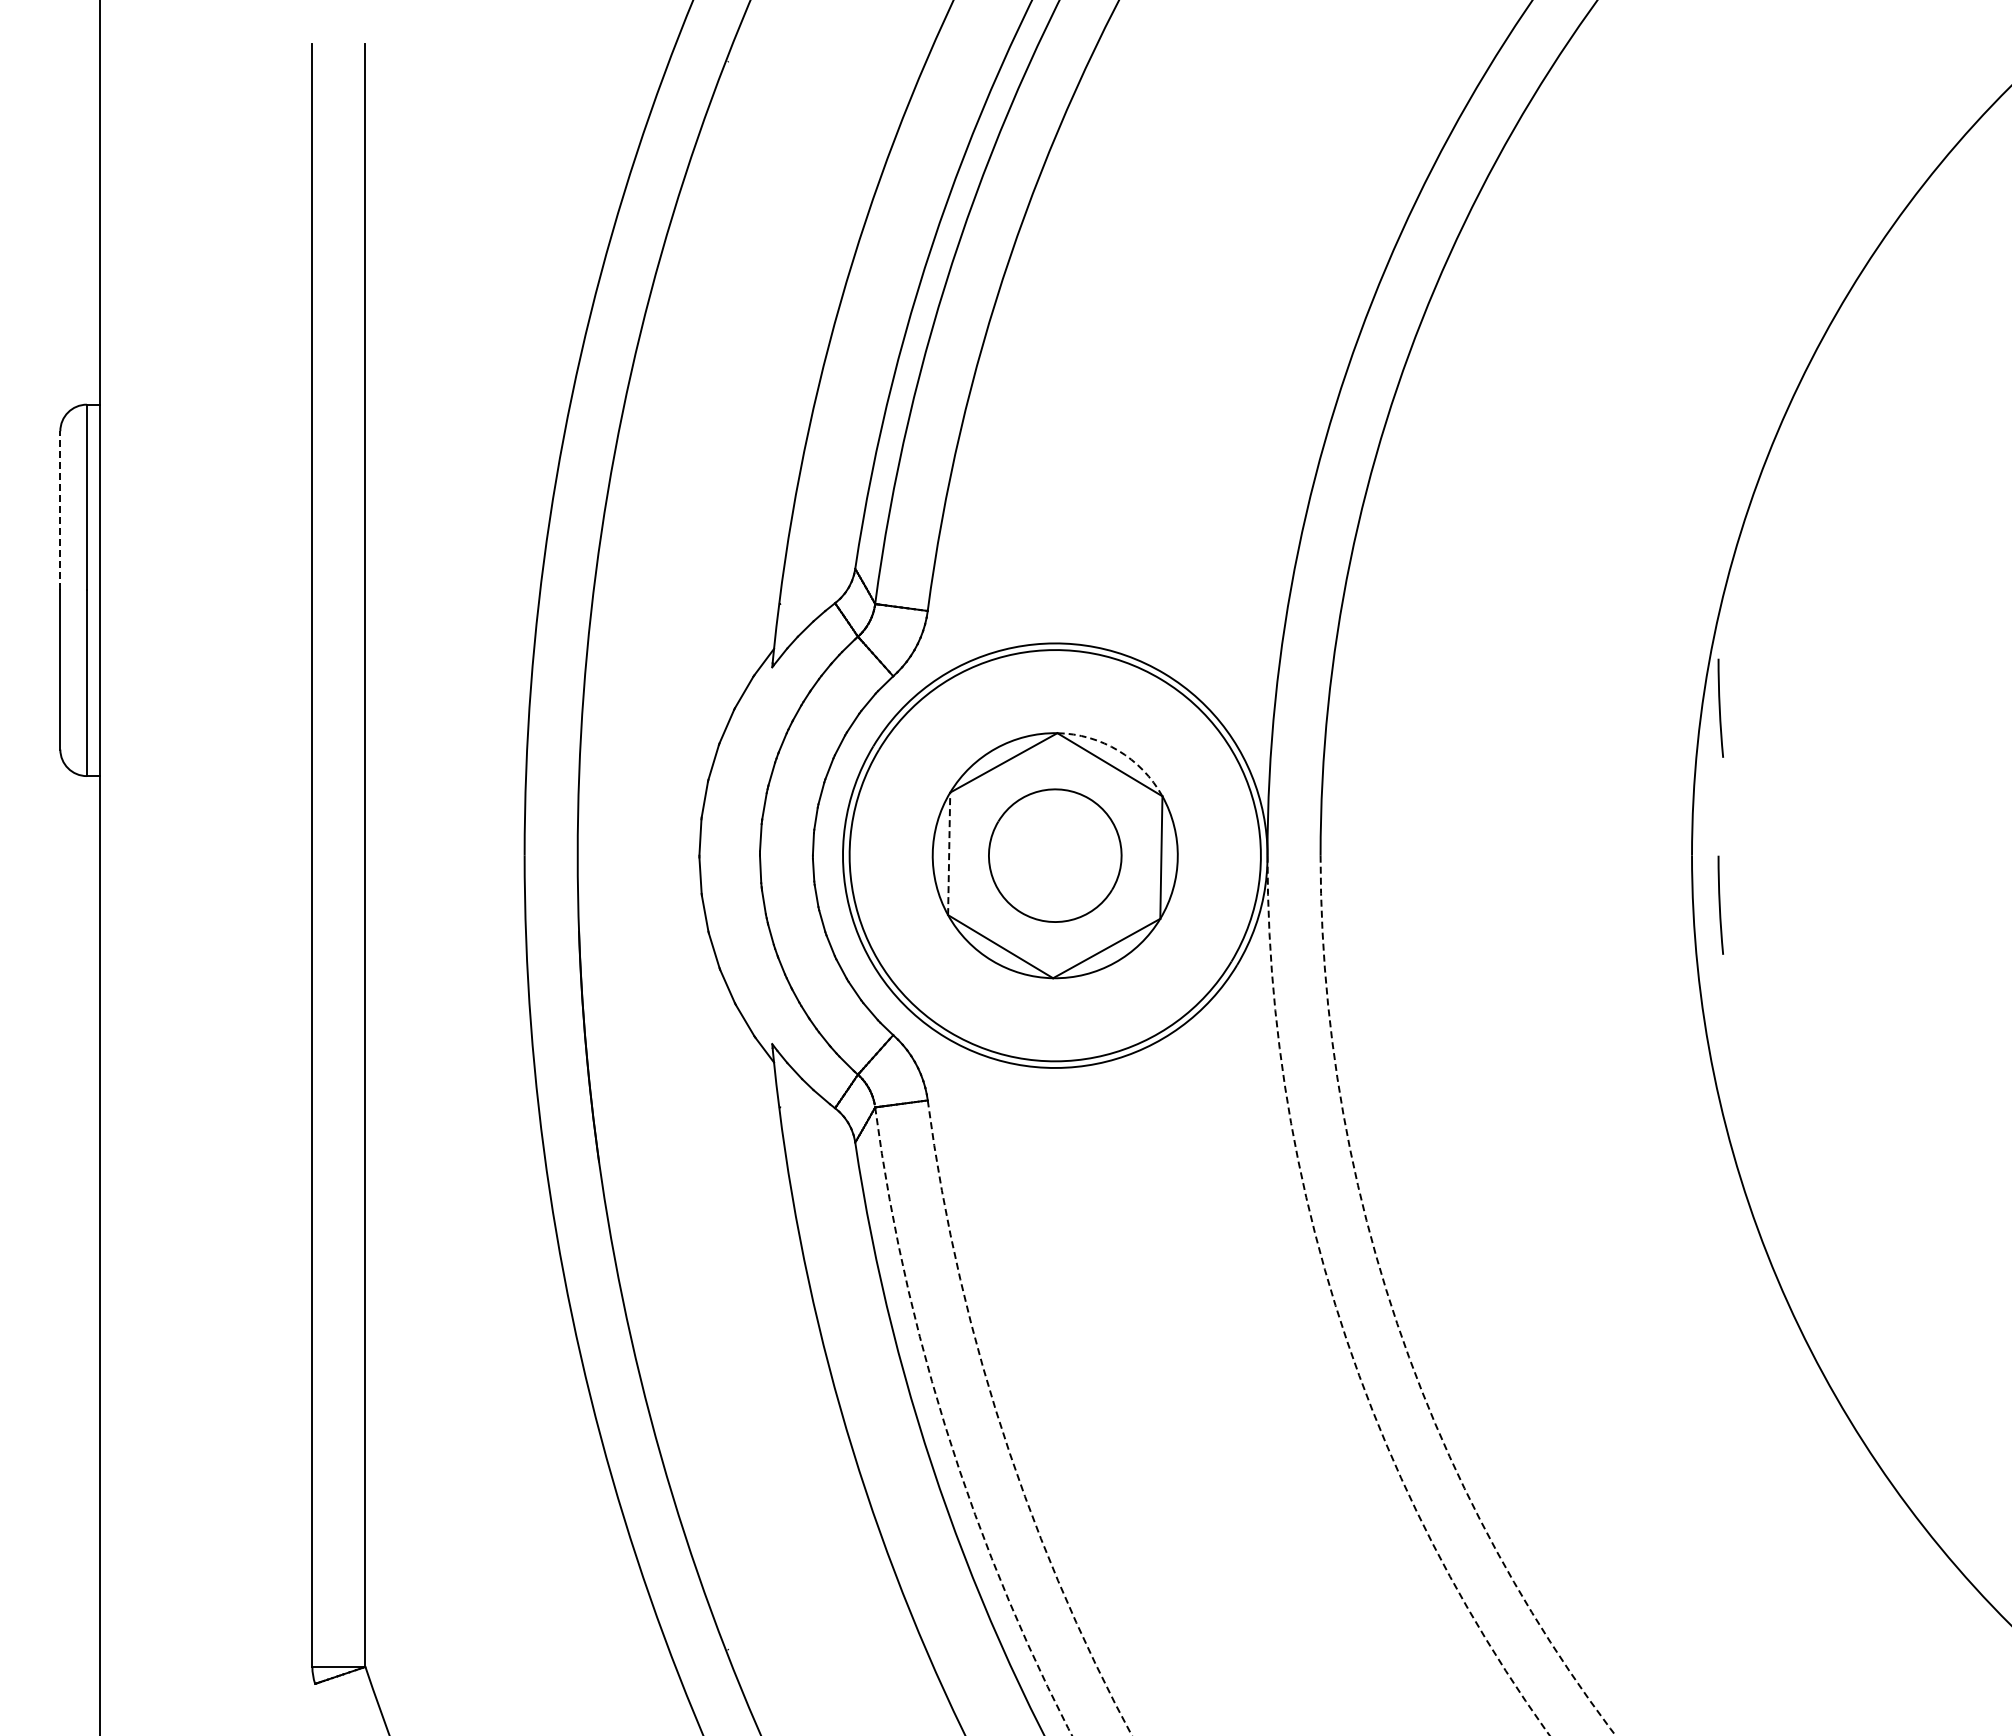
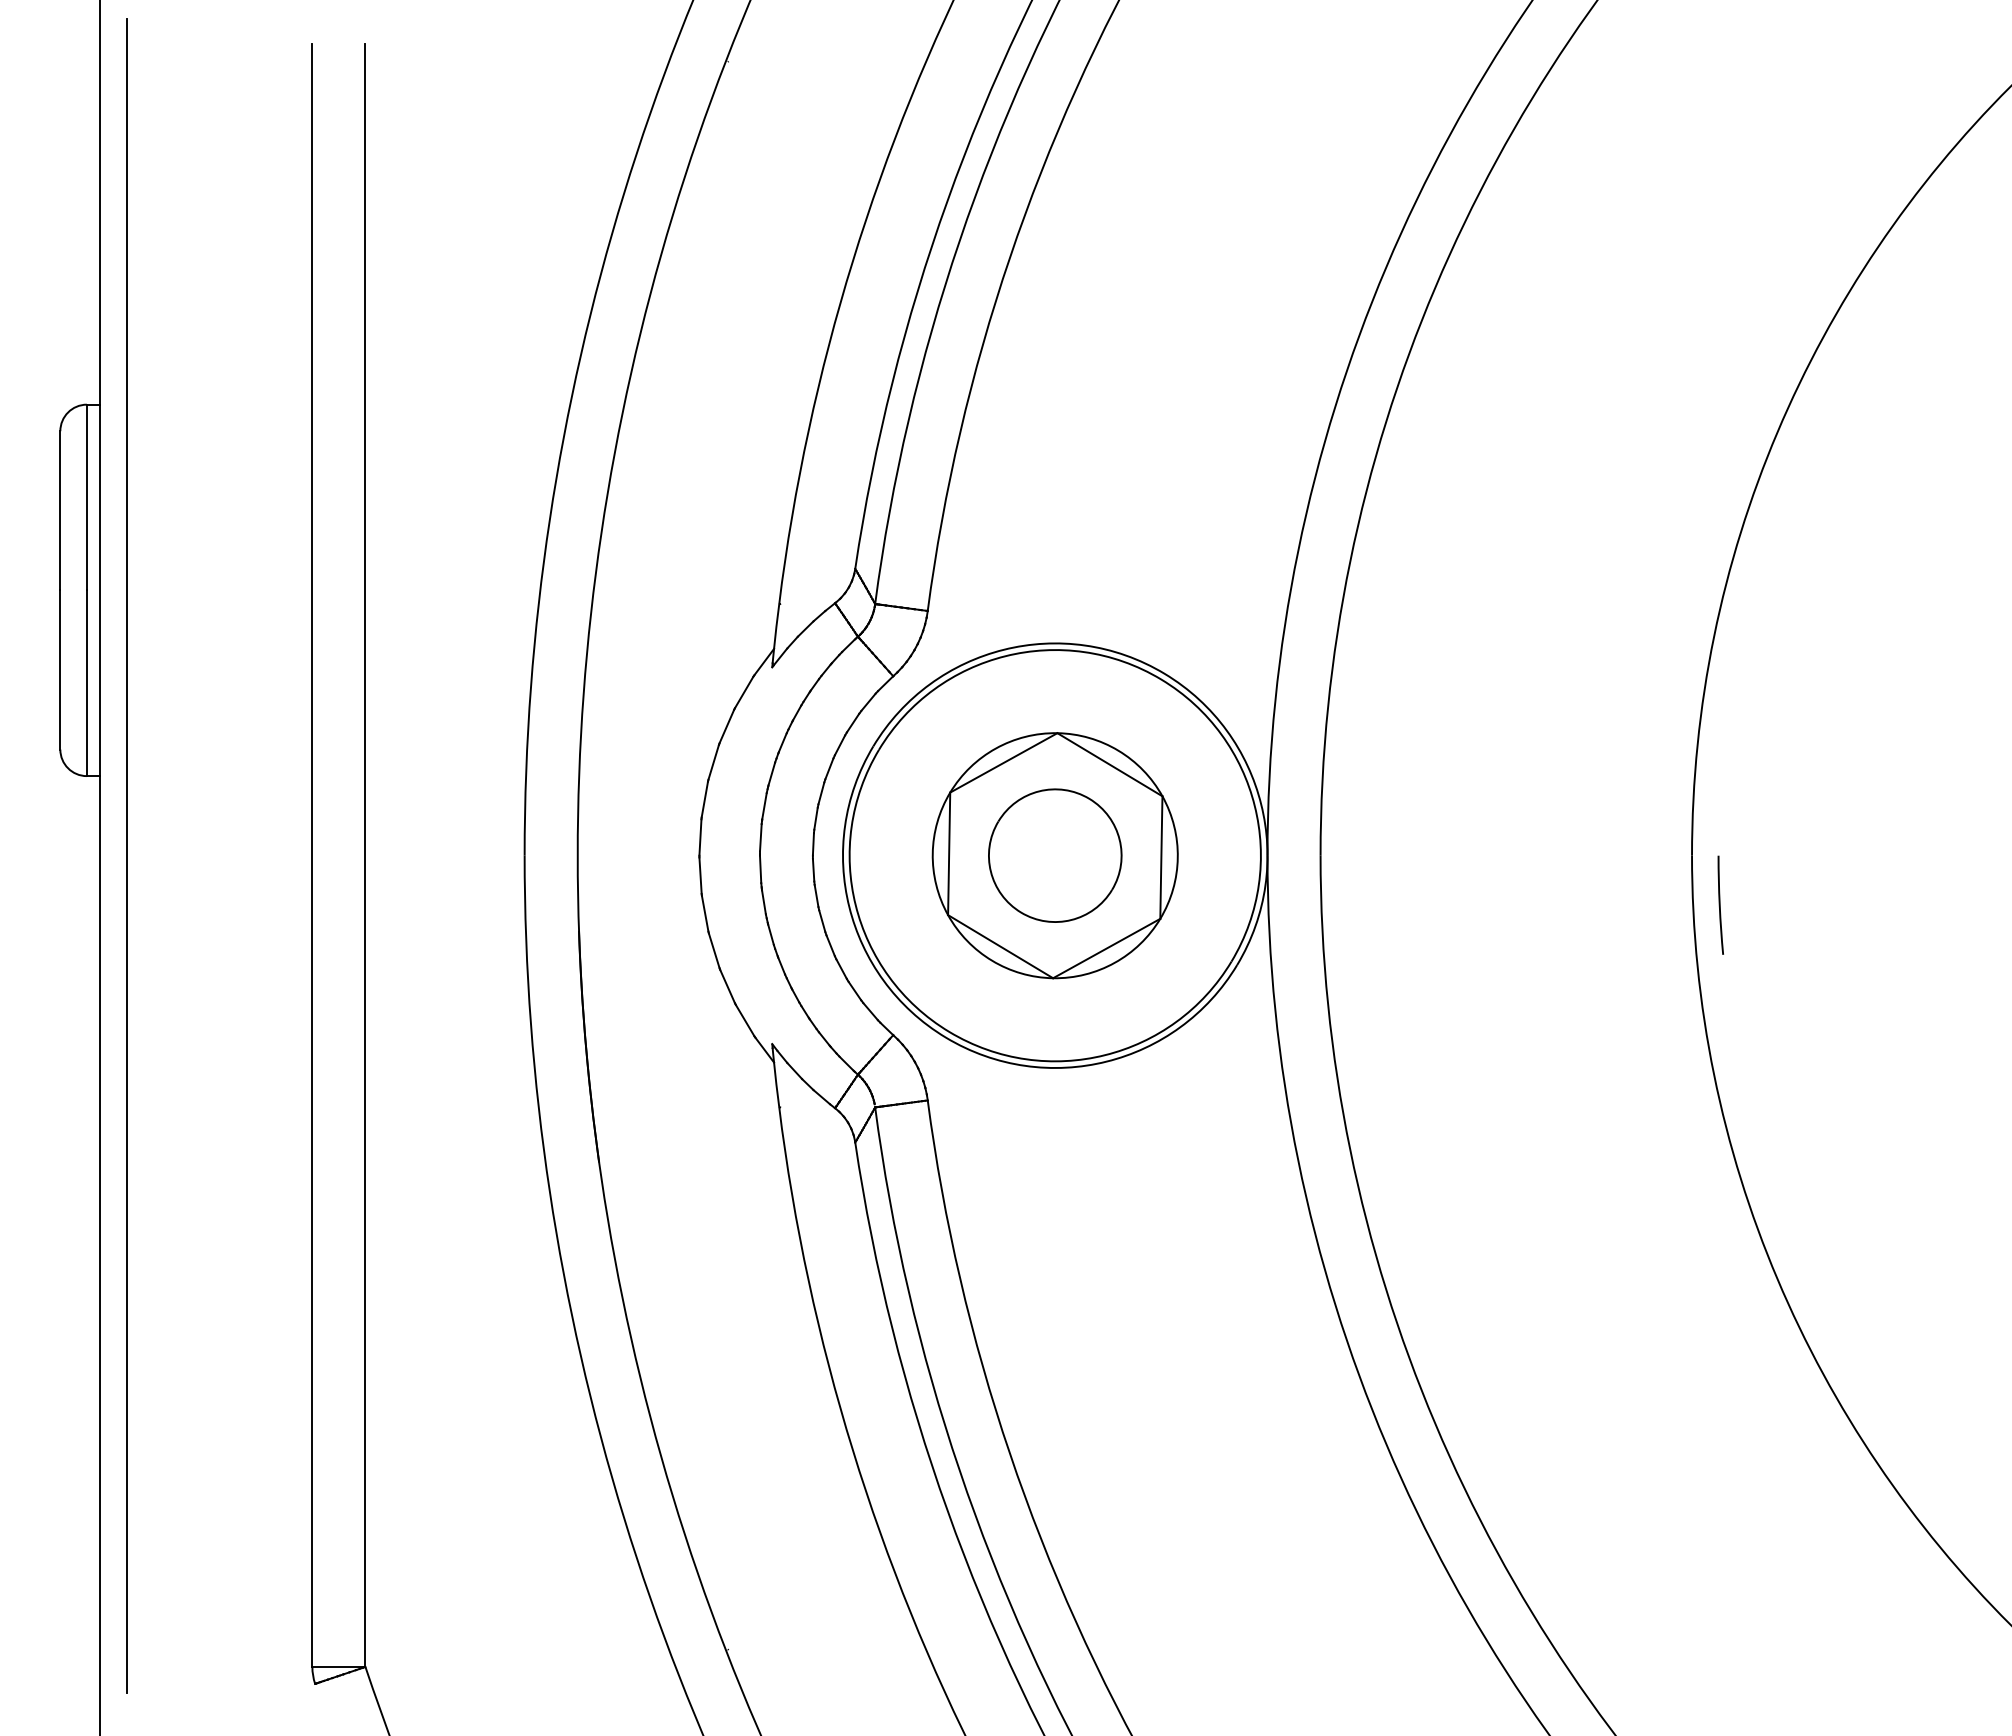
line at (60, 510): dashed -> solid
line at (1720, 707): present -> none
arc at (1118, 750): dashed -> solid
line at (949, 853): dashed -> solid
line at (126, 855): none -> present
arc at (1339, 1318): dashed -> solid
arc at (1396, 1321): dashed -> solid
arc at (1001, 1427): dashed -> solid
arc at (946, 1430): dashed -> solid
